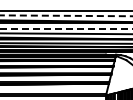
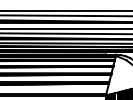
line at (66, 15): dashed -> solid
line at (66, 28): dashed -> solid
